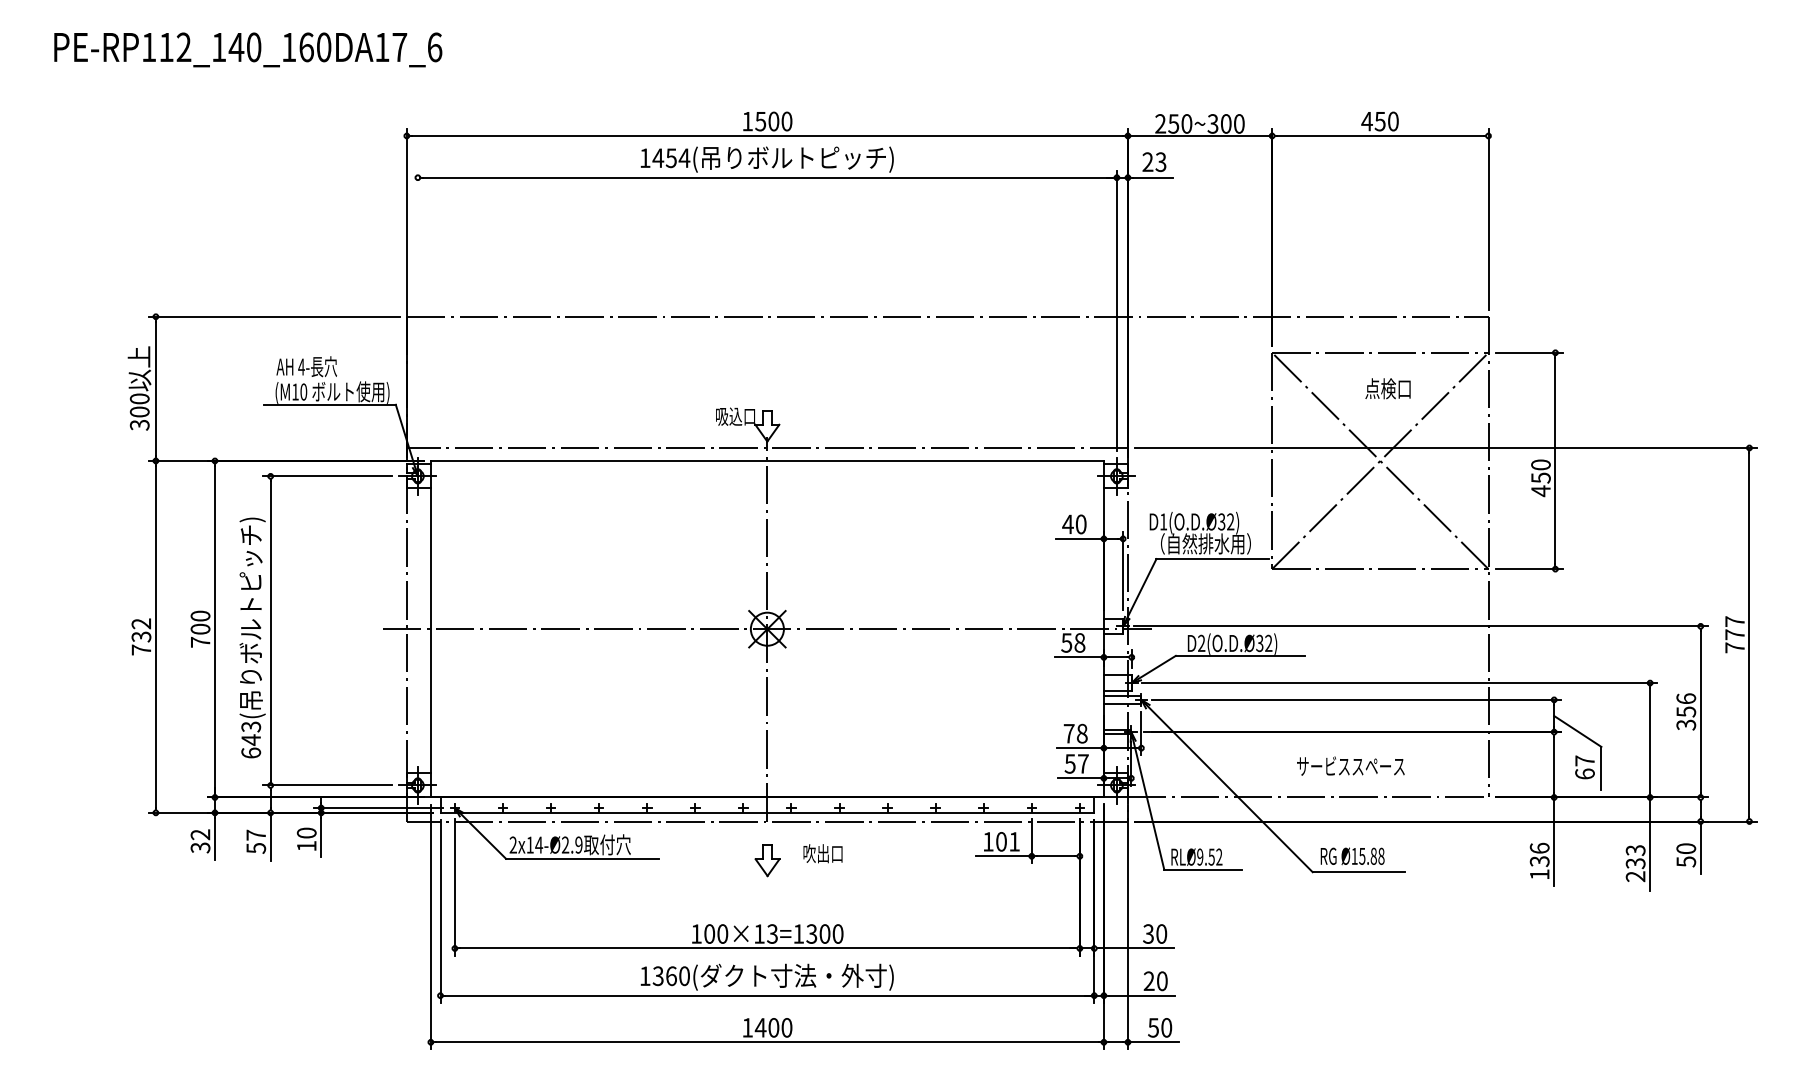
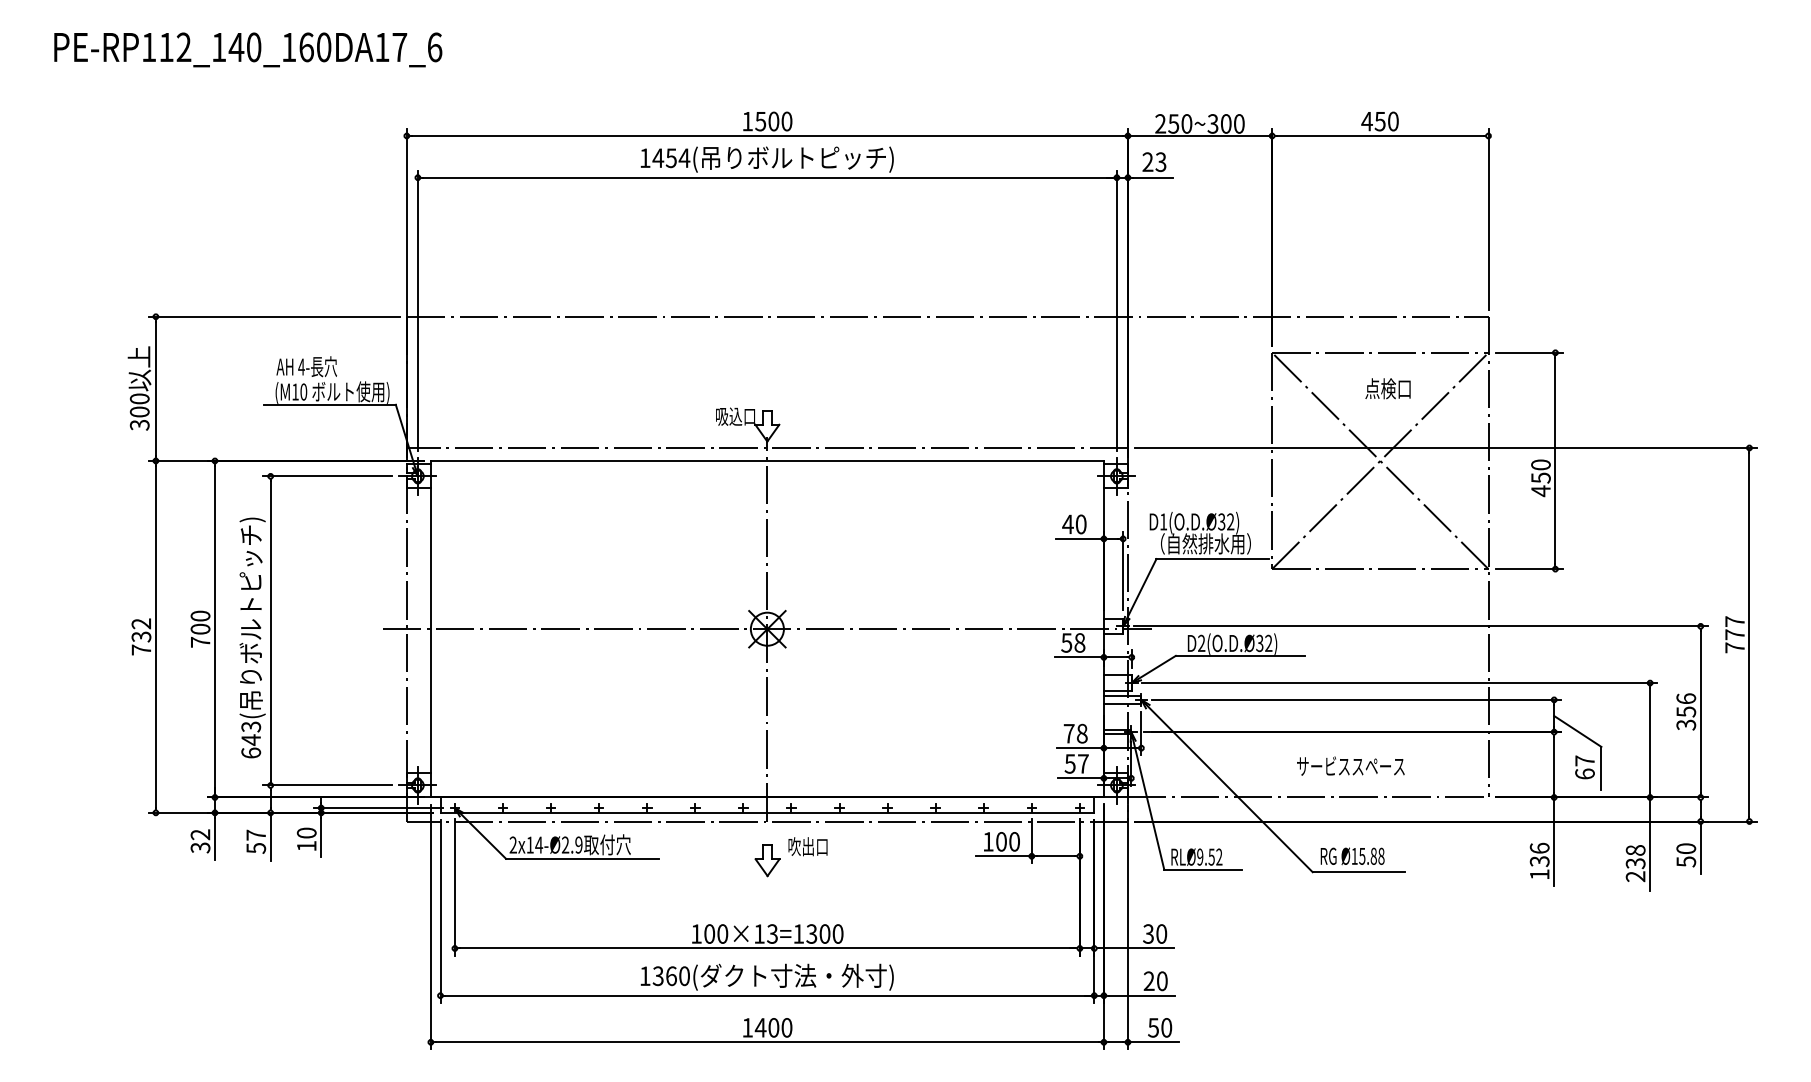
line at (417, 310): none -> present
text at (1014, 841): 101 -> 100
text at (1635, 850): 233 -> 238
text at (822, 853) position: (822, 853) -> (807, 846)
